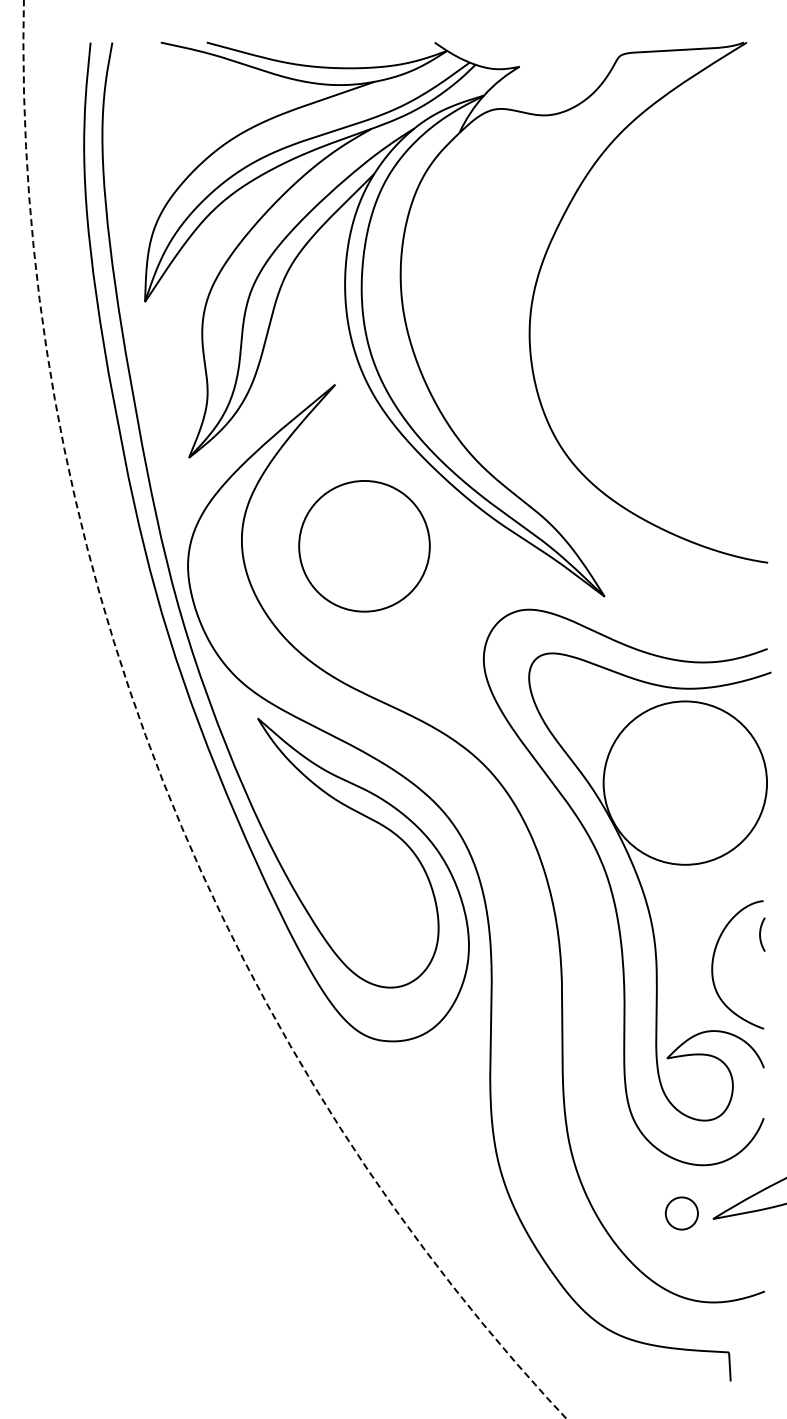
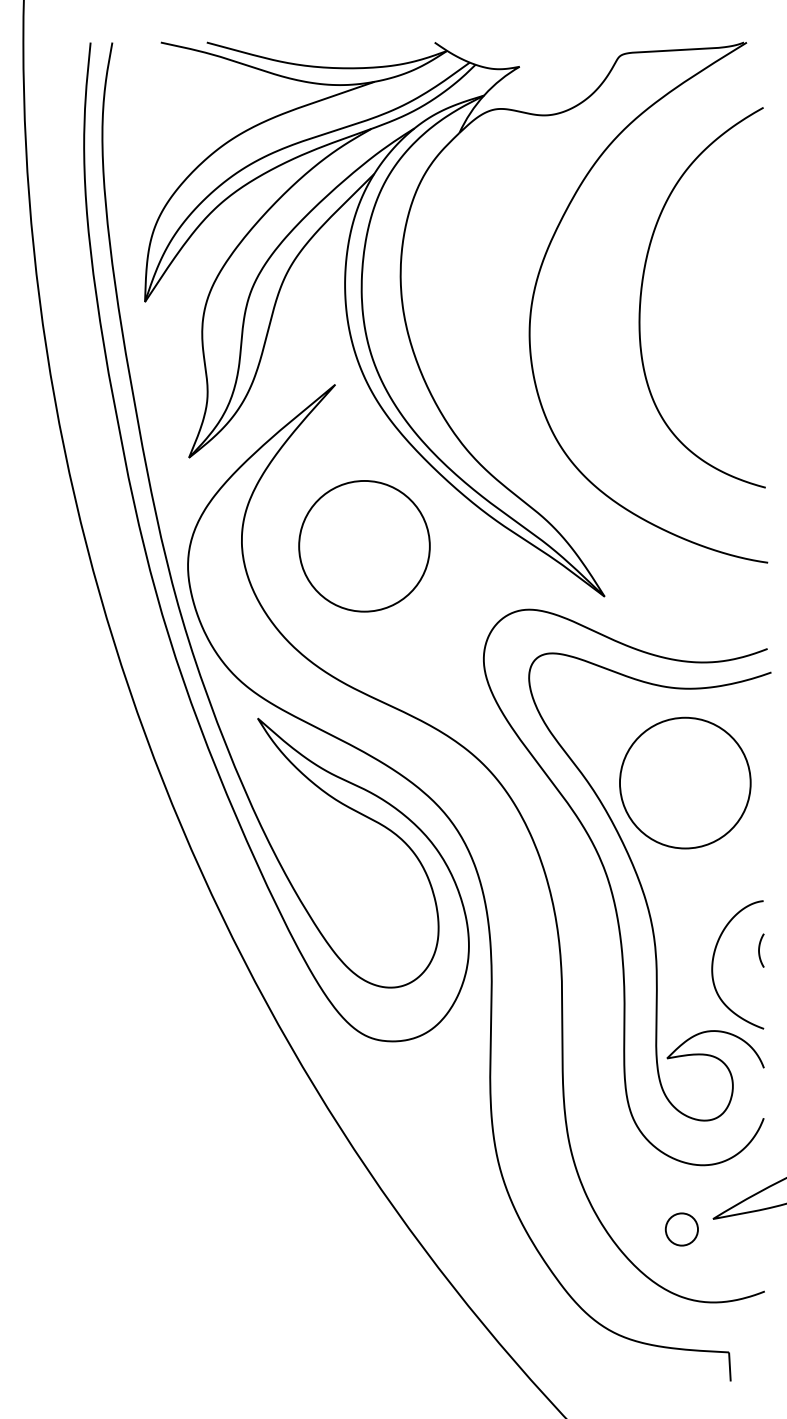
curve at (642, 291): none -> present
circle at (294, 709): dashed -> solid
circle at (685, 782) diameter: 163 px -> 131 px
curve at (760, 934) position: (760, 934) -> (759, 950)
circle at (681, 1213) position: (681, 1213) -> (681, 1229)
